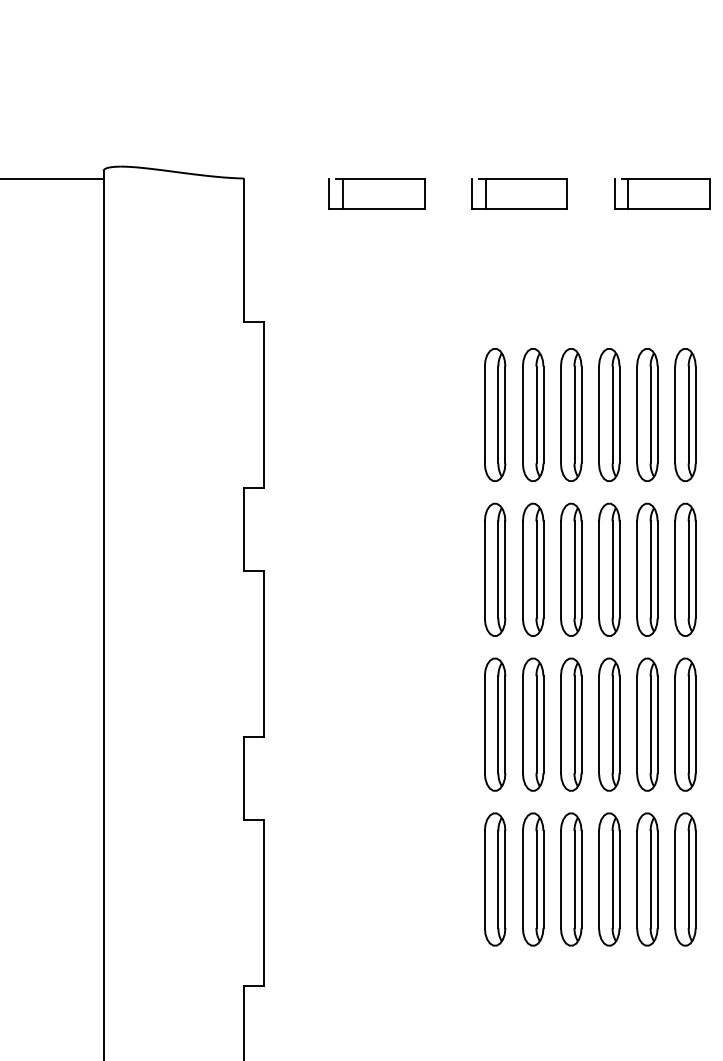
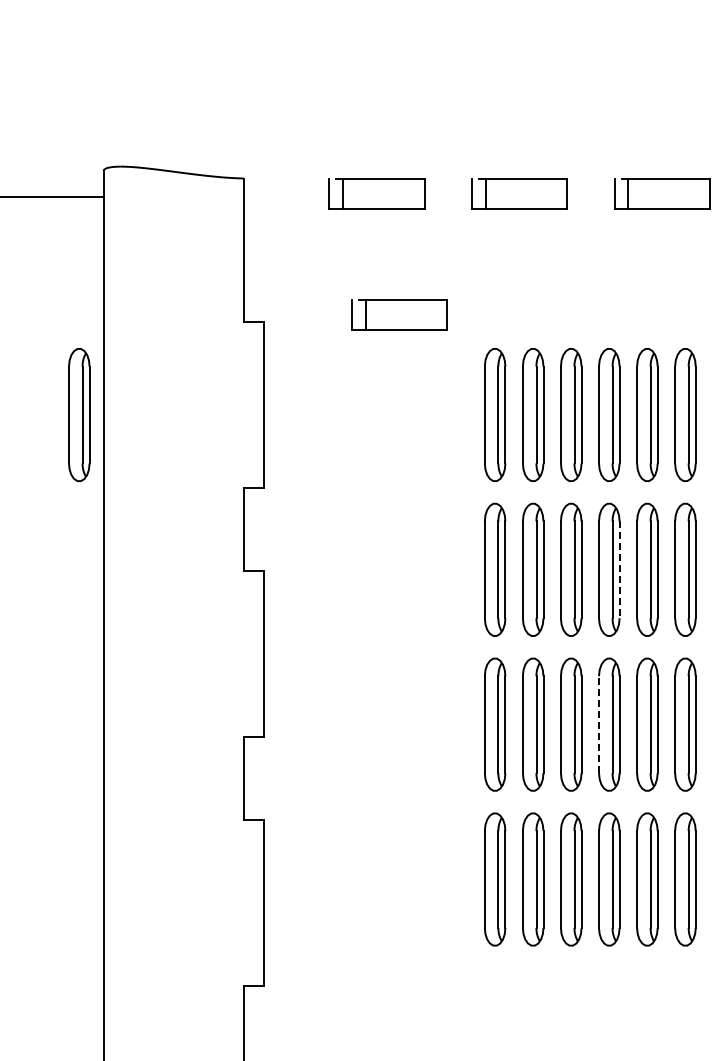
line at (52, 178) position: (52, 178) -> (52, 196)
part at (399, 314): none -> present
part at (79, 414): none -> present
line at (619, 570): solid -> dashed
line at (598, 724): solid -> dashed
